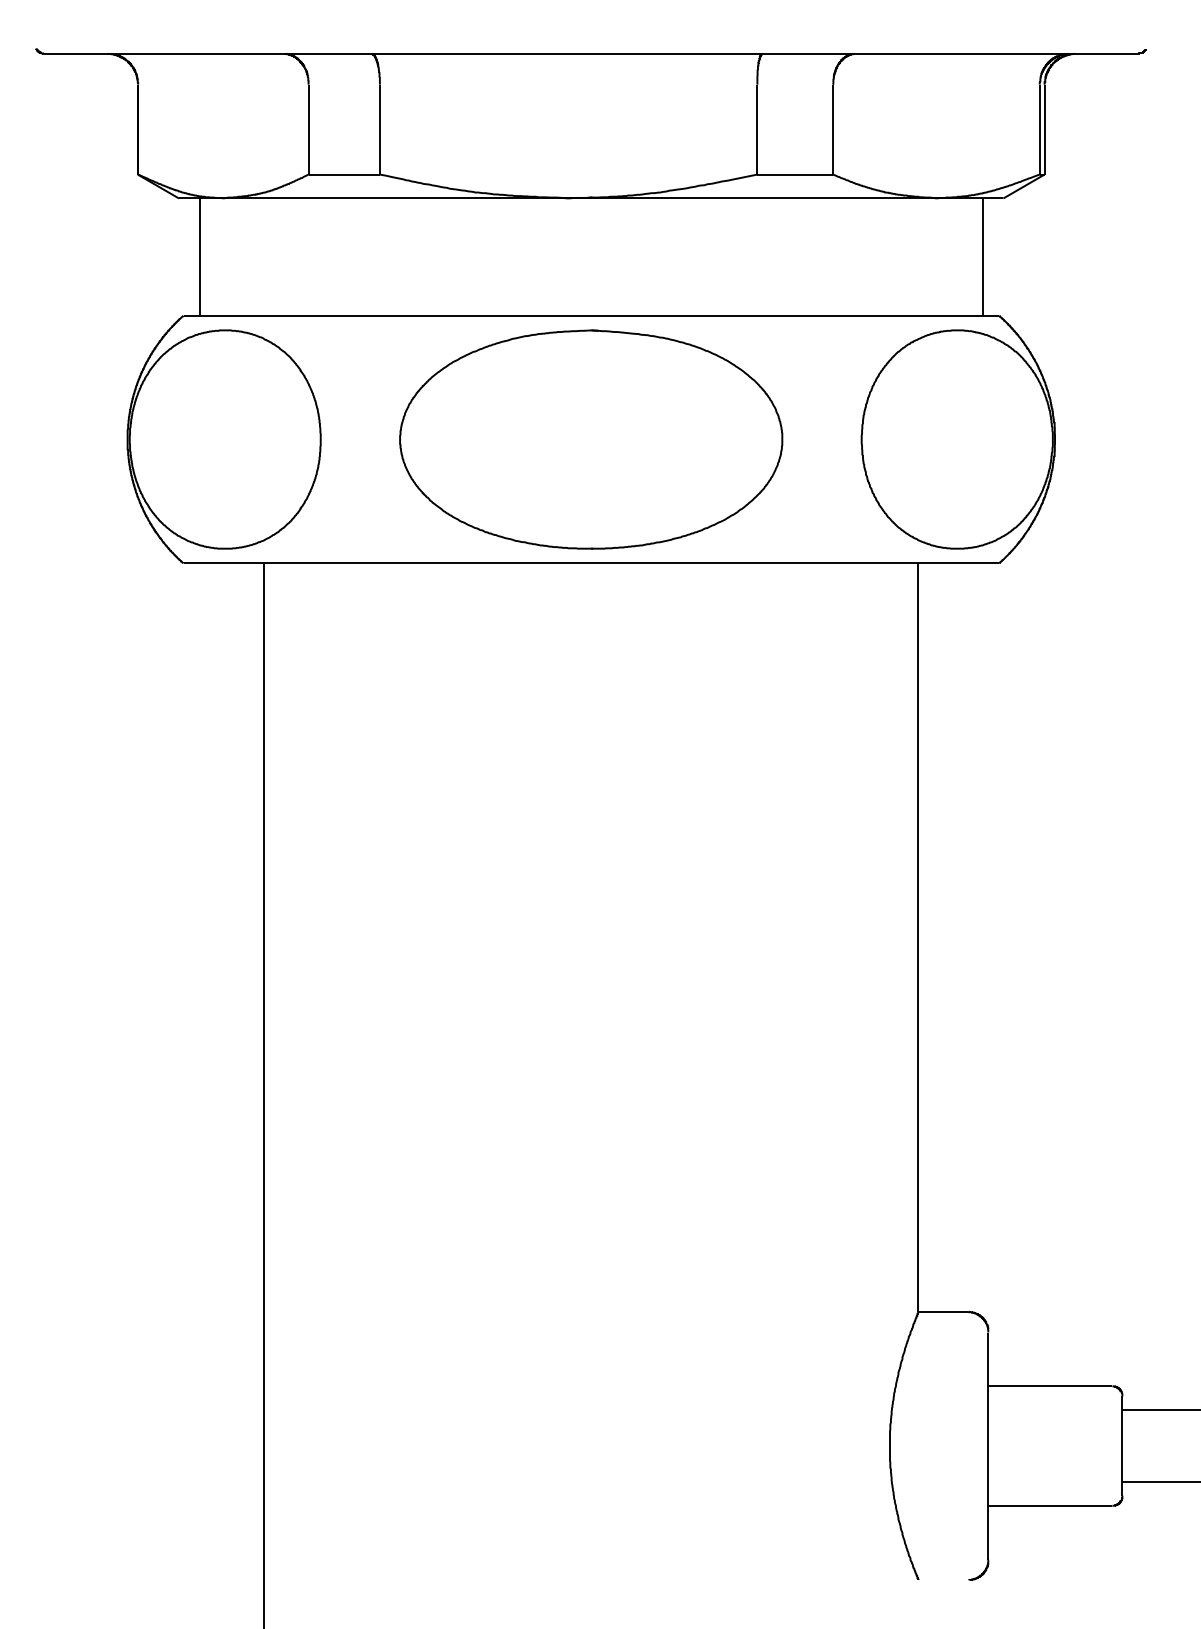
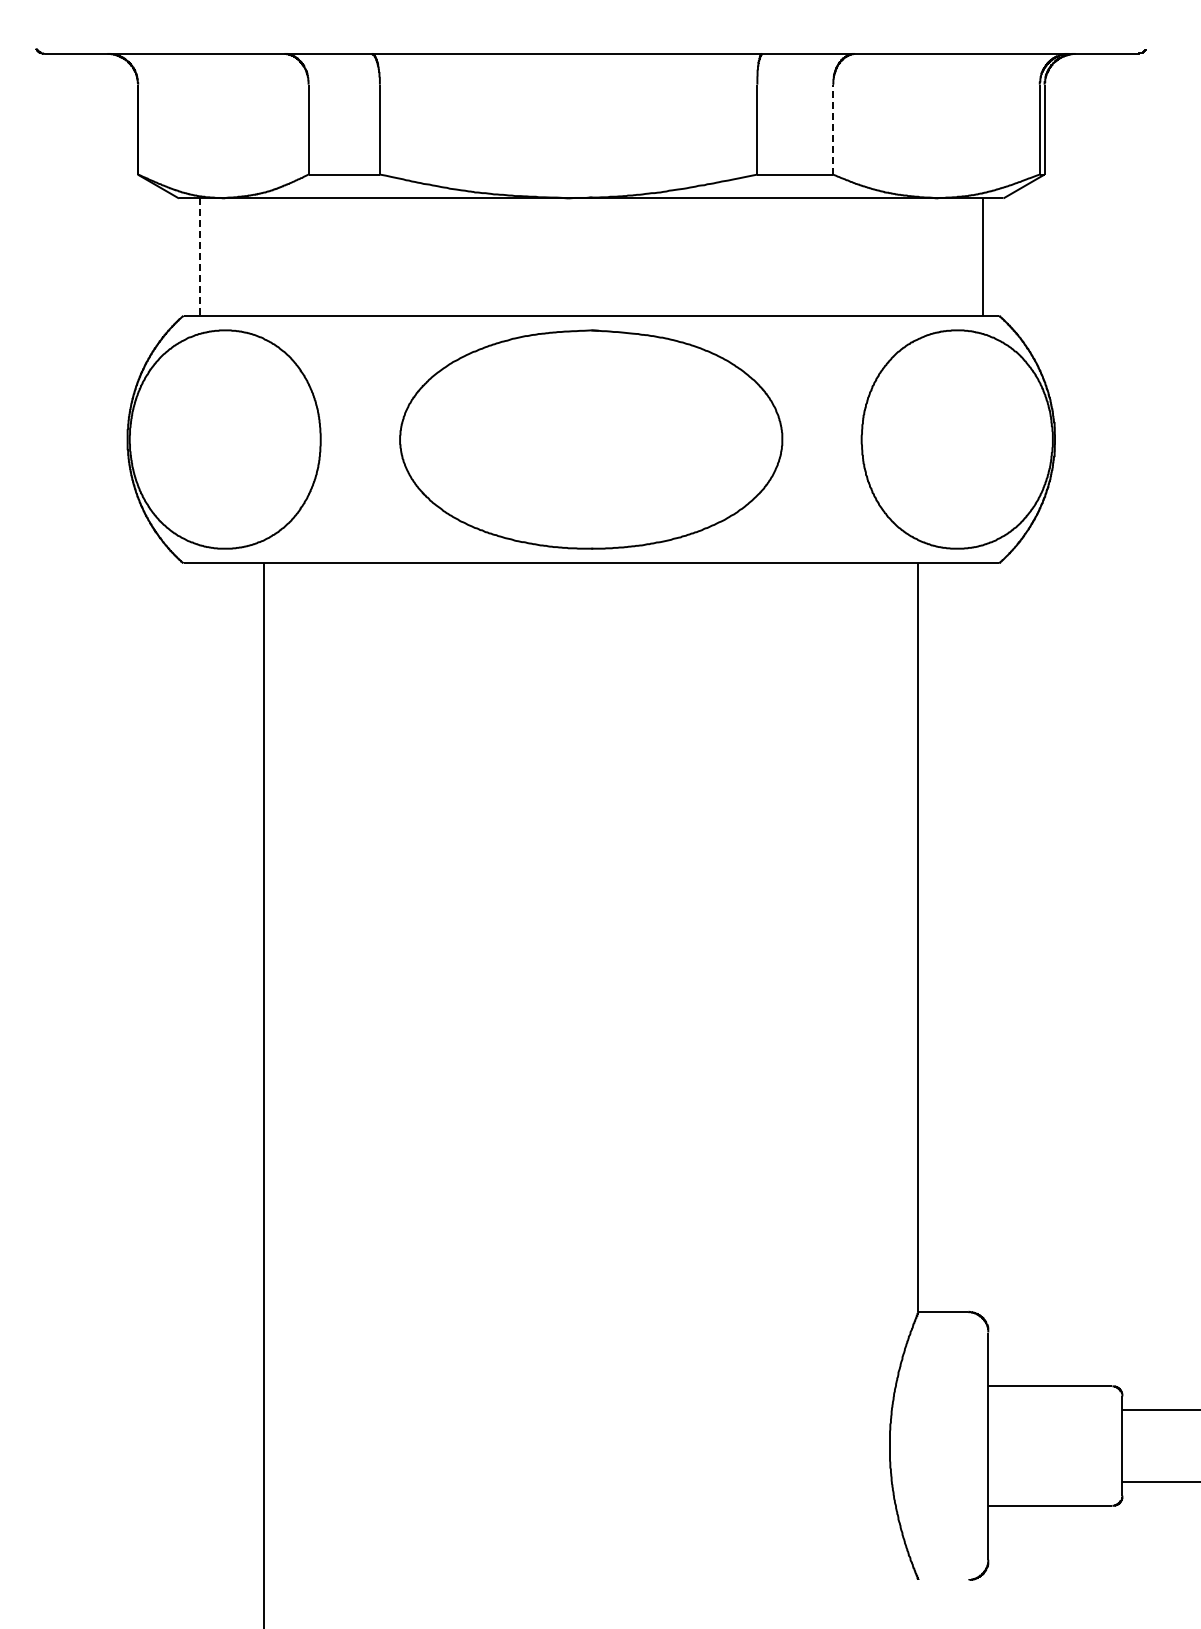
line at (832, 129): solid -> dashed
line at (199, 257): solid -> dashed
